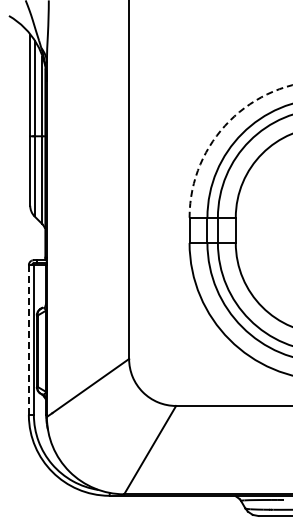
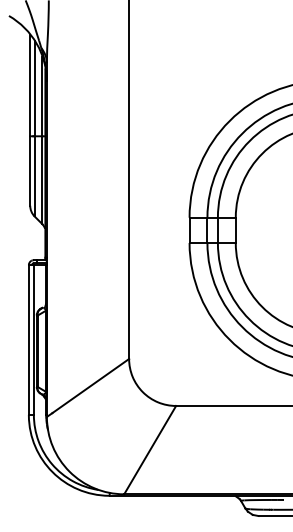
arc at (218, 133): dashed -> solid
line at (28, 340): dashed -> solid
